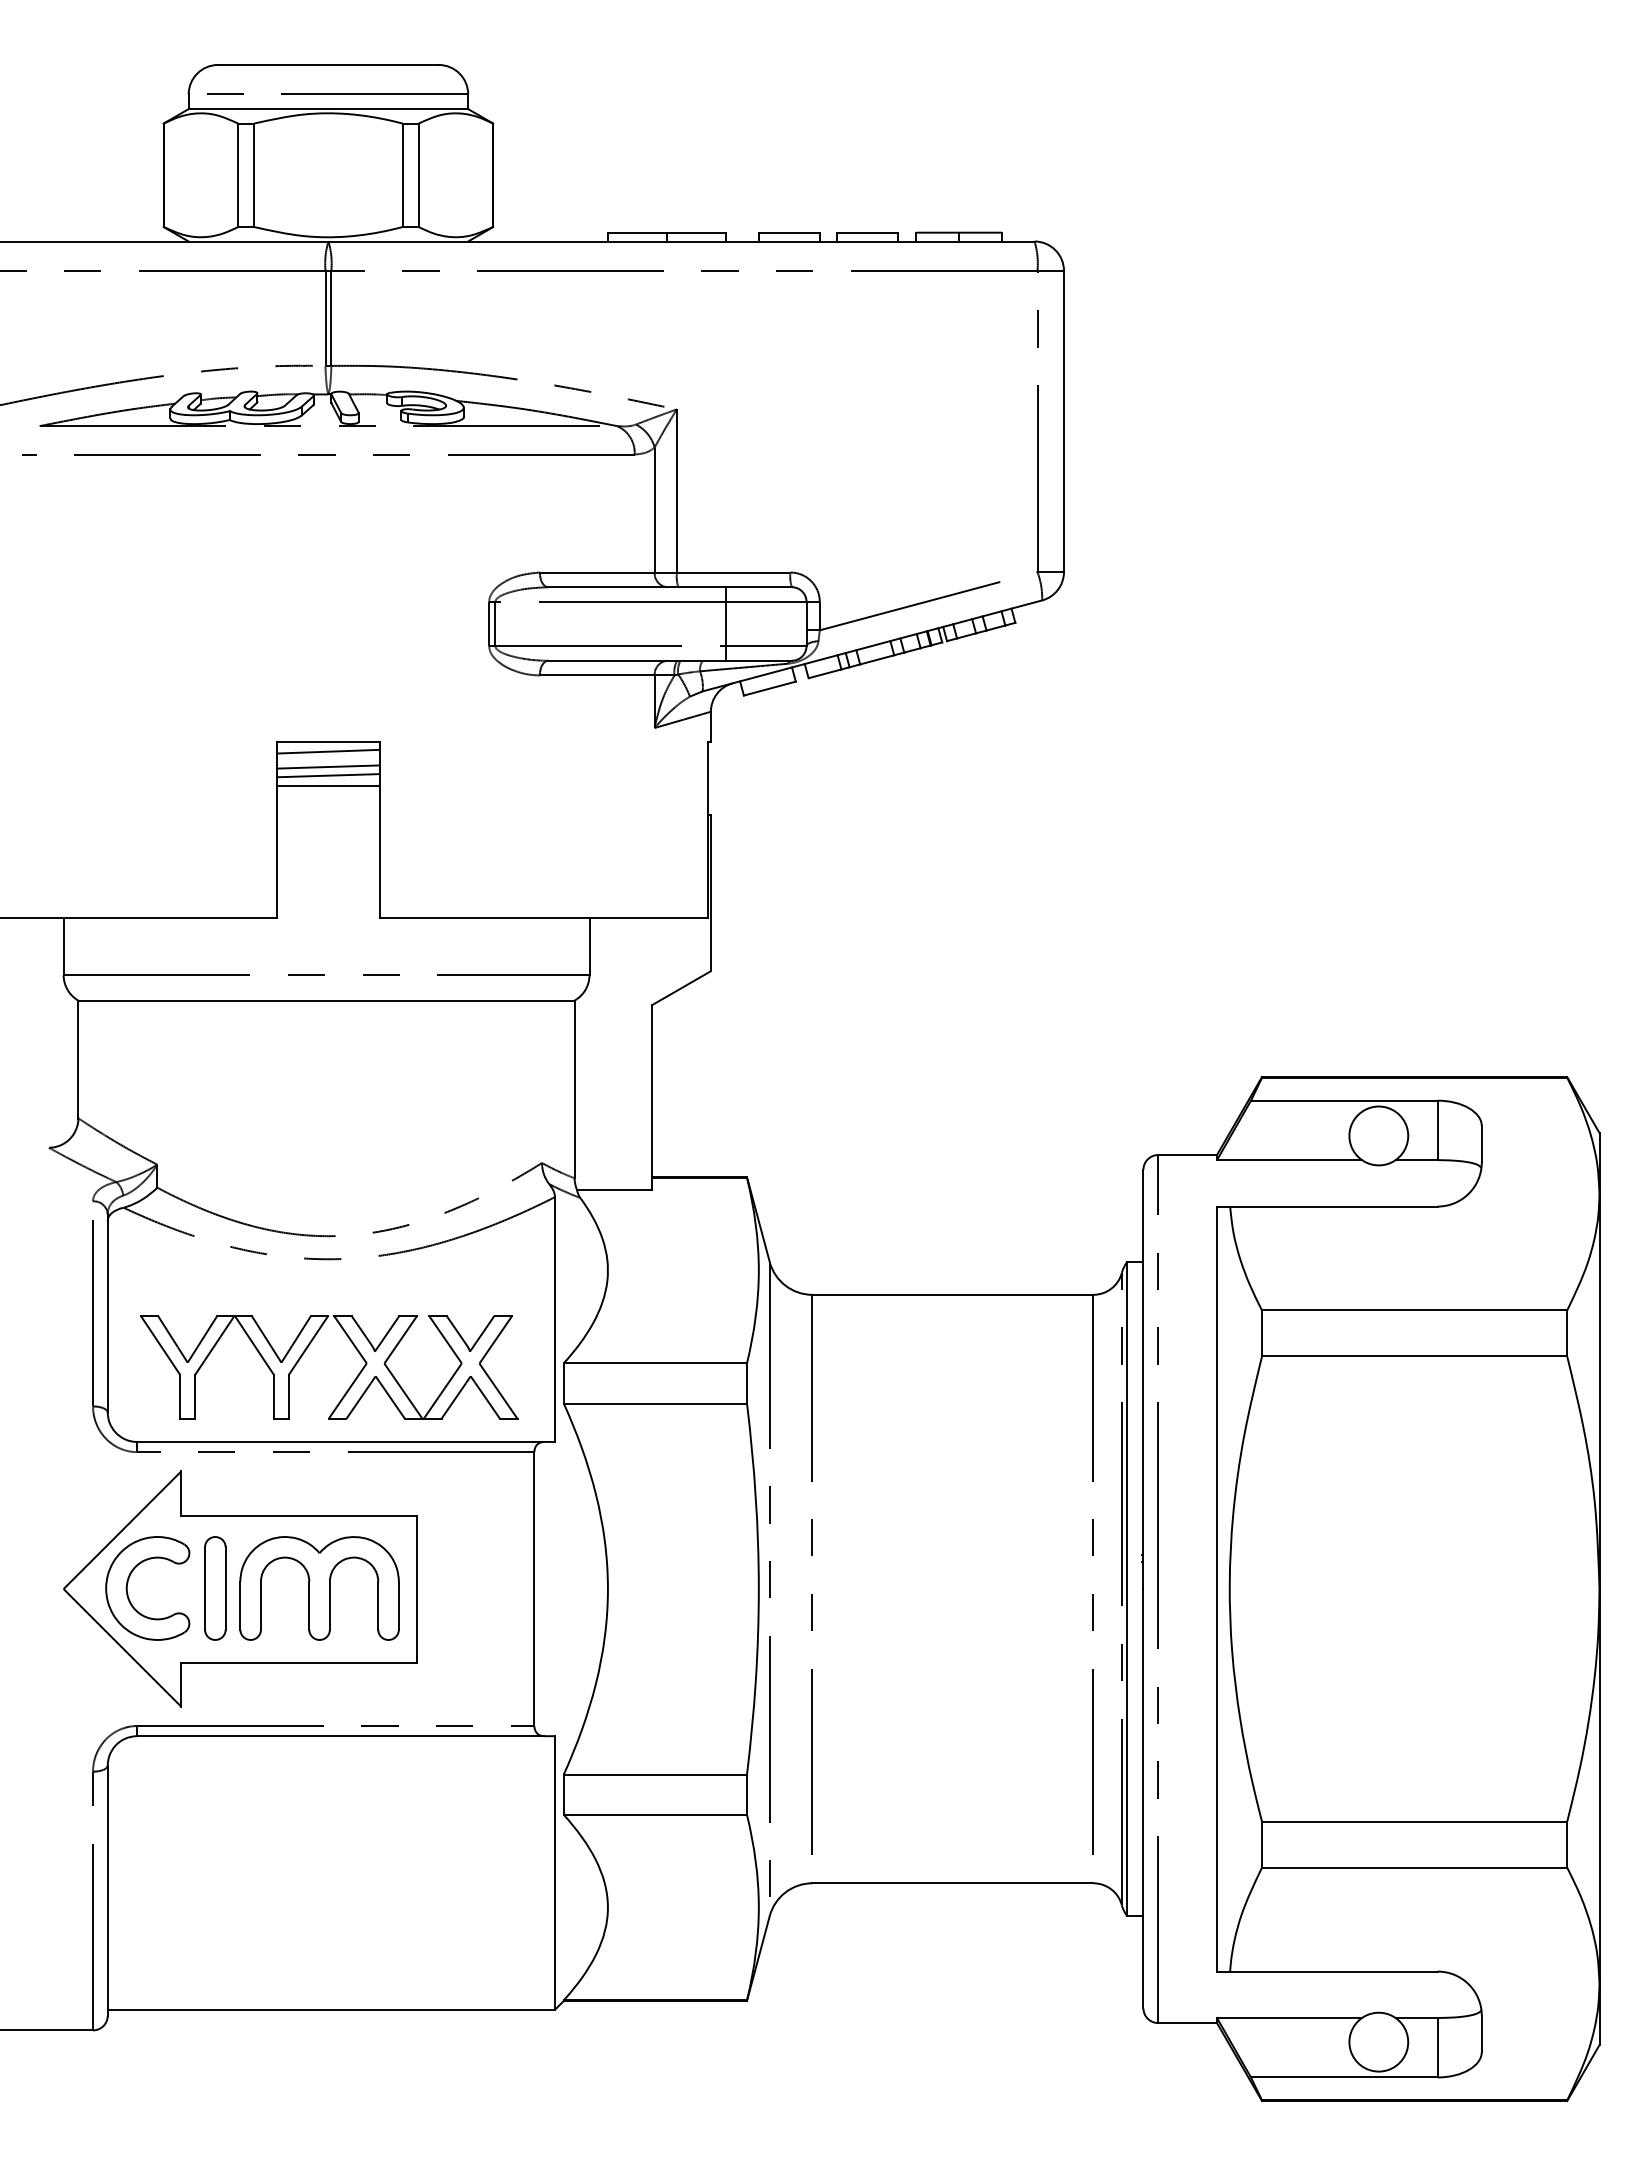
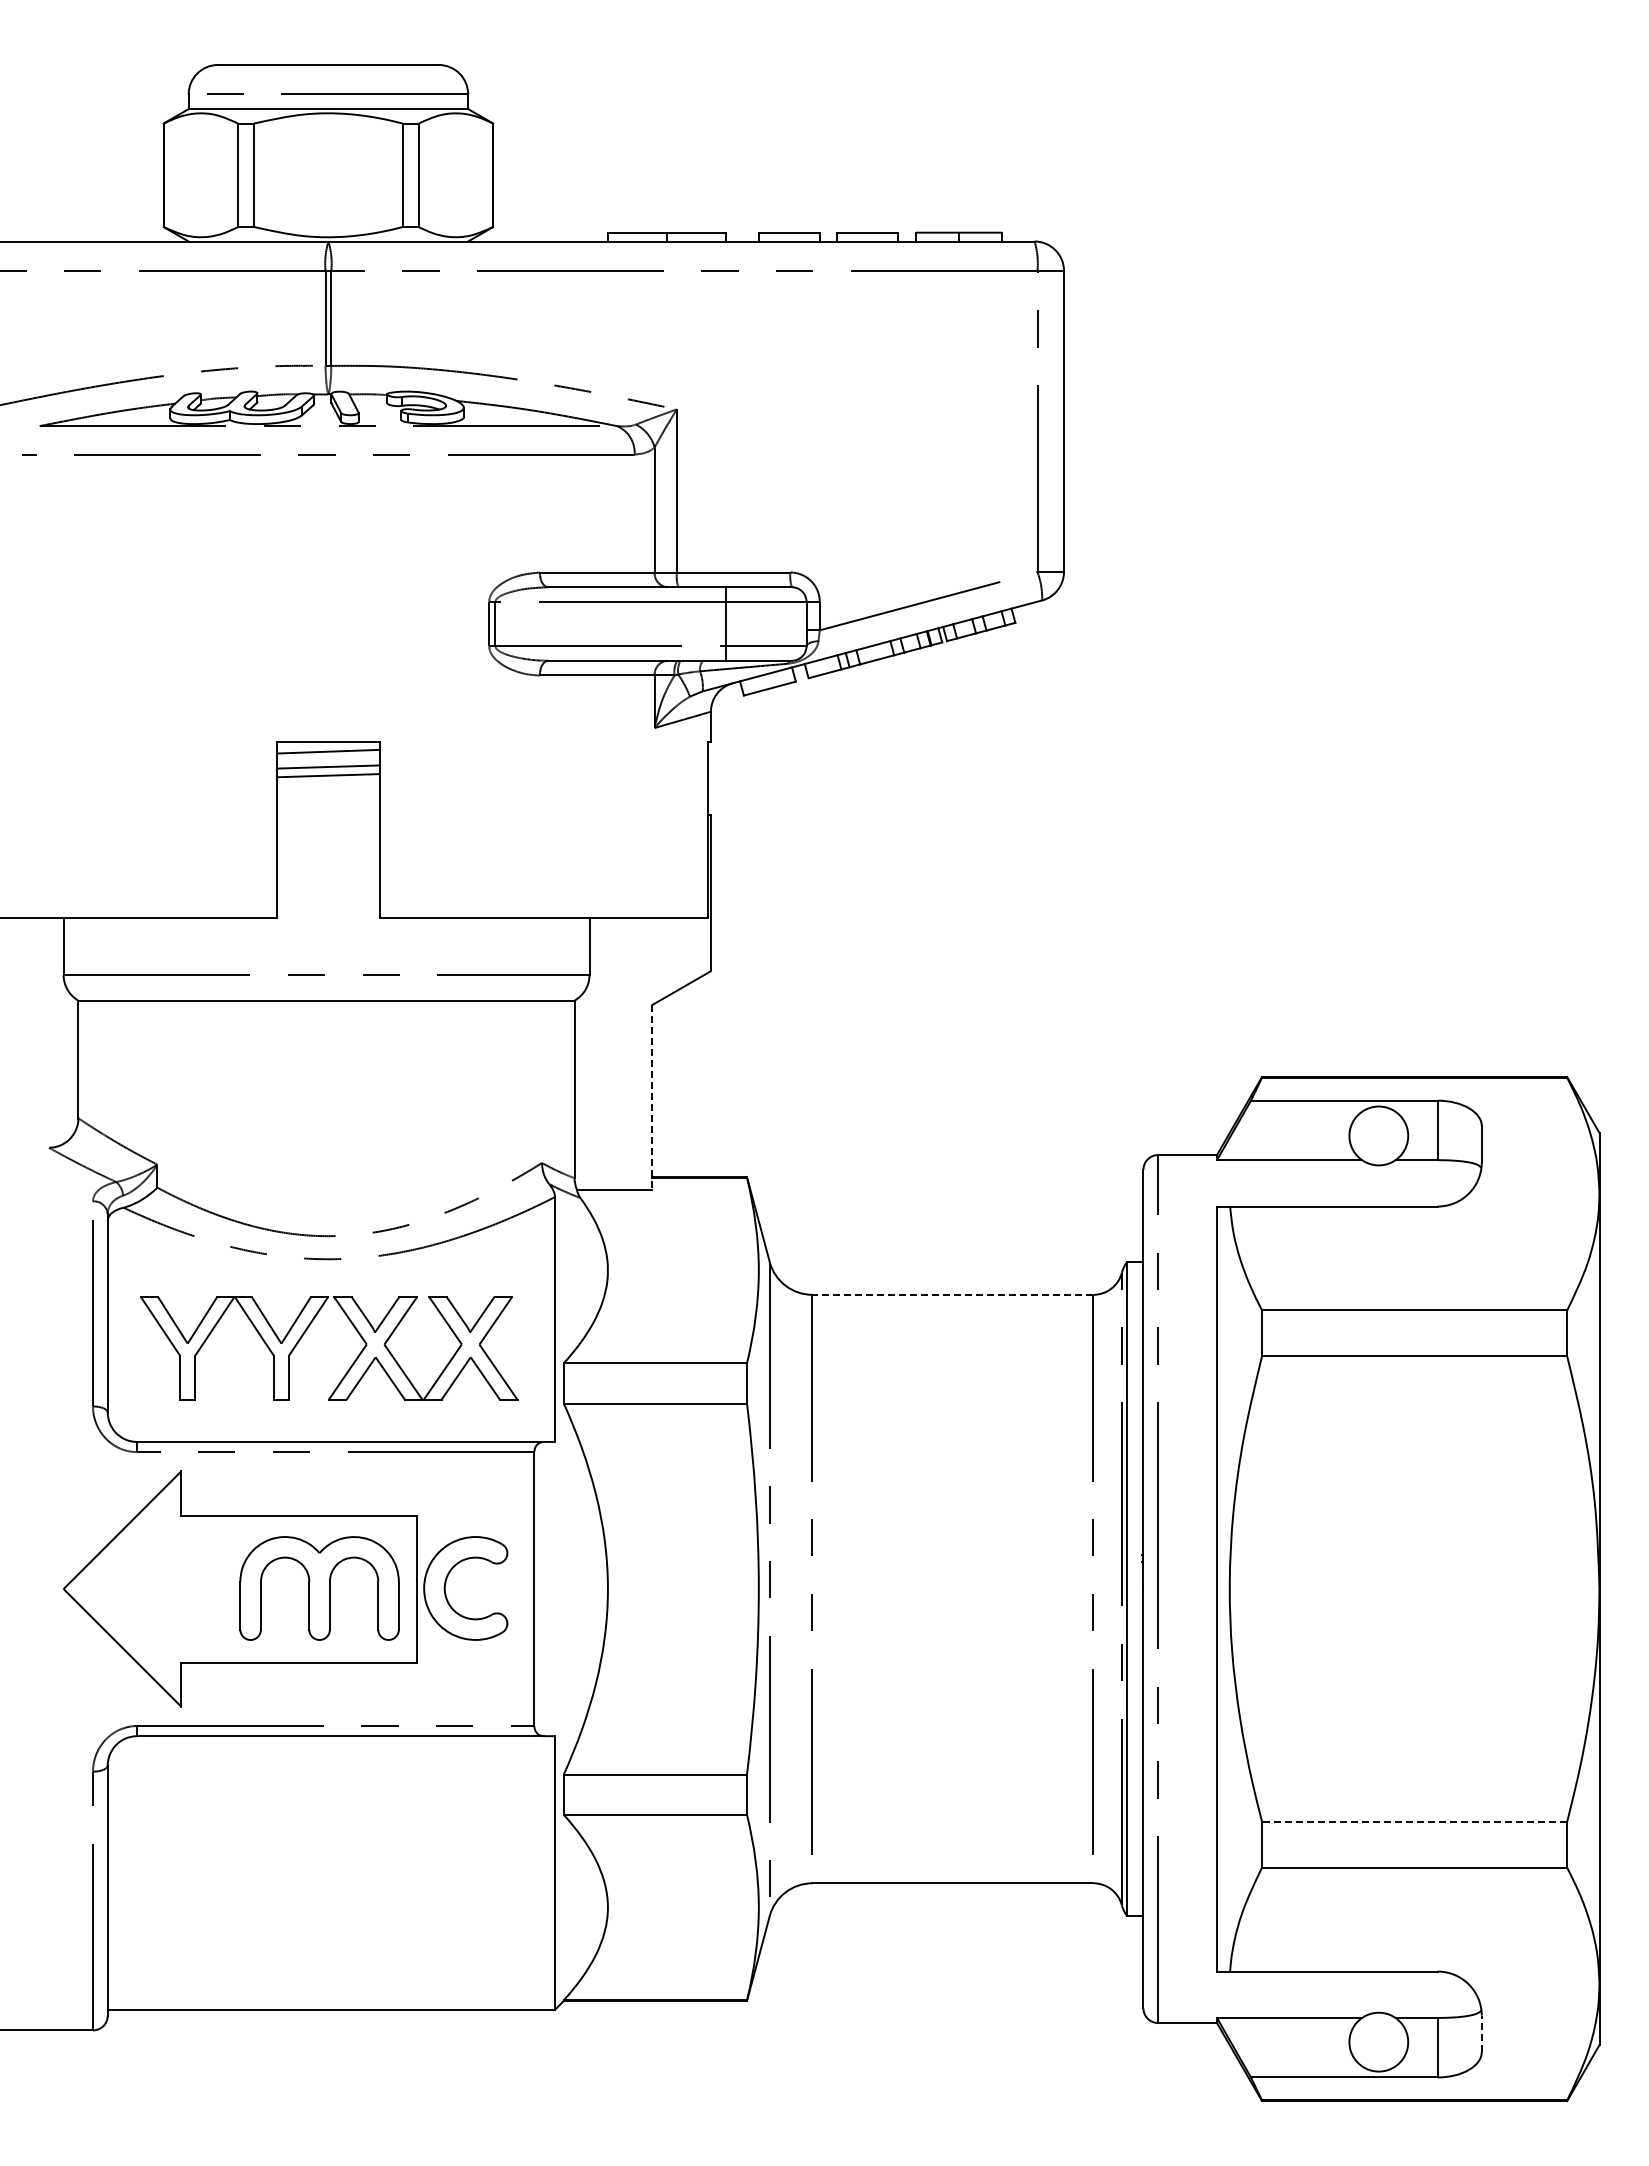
line at (327, 785): present -> none
line at (652, 1098): solid -> dashed
line at (952, 1294): solid -> dashed
part at (351, 1383) position: (351, 1383) -> (351, 1364)
part at (128, 1583) position: (128, 1583) -> (446, 1583)
part at (215, 1588): present -> none
line at (1414, 1821): solid -> dashed
line at (1481, 2033): solid -> dashed
